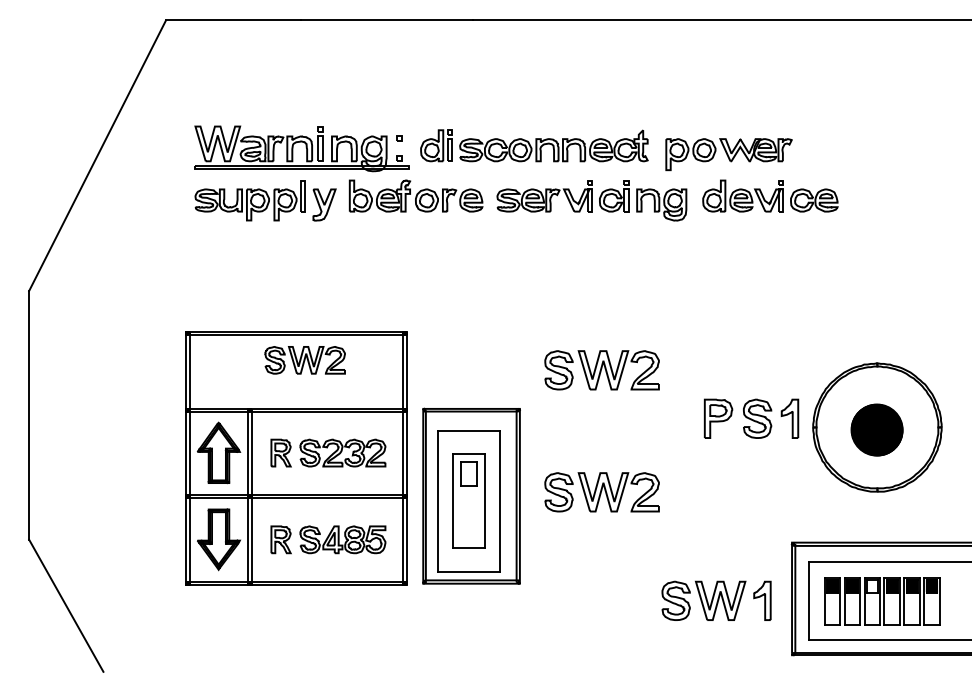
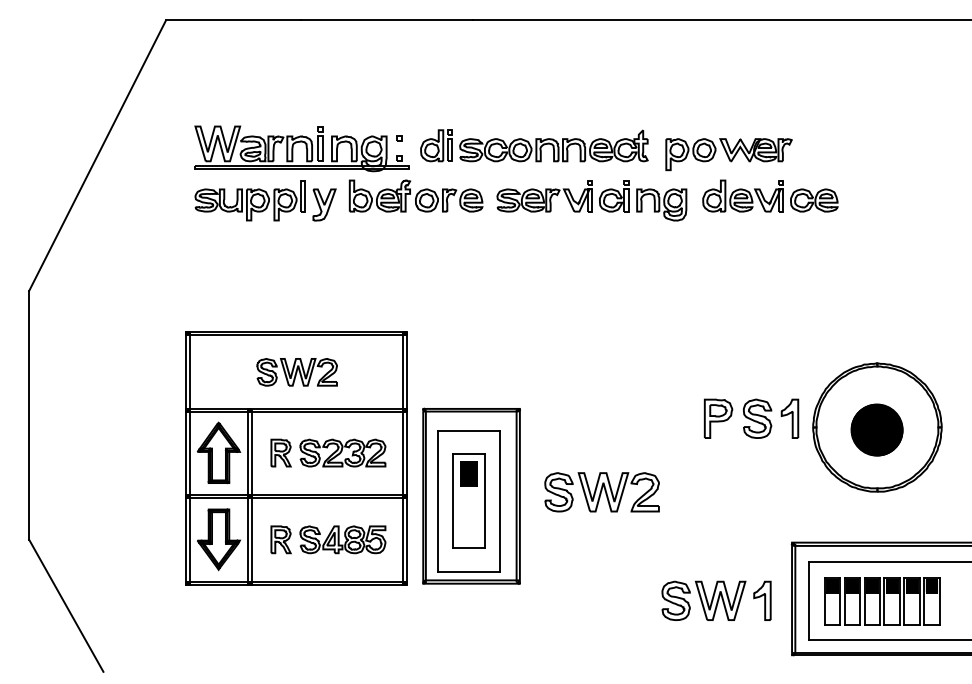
part at (304, 360) position: (304, 360) -> (296, 372)
part at (601, 370): present -> none
hatch at (468, 473): none -> present
hatch at (871, 586): none -> present
